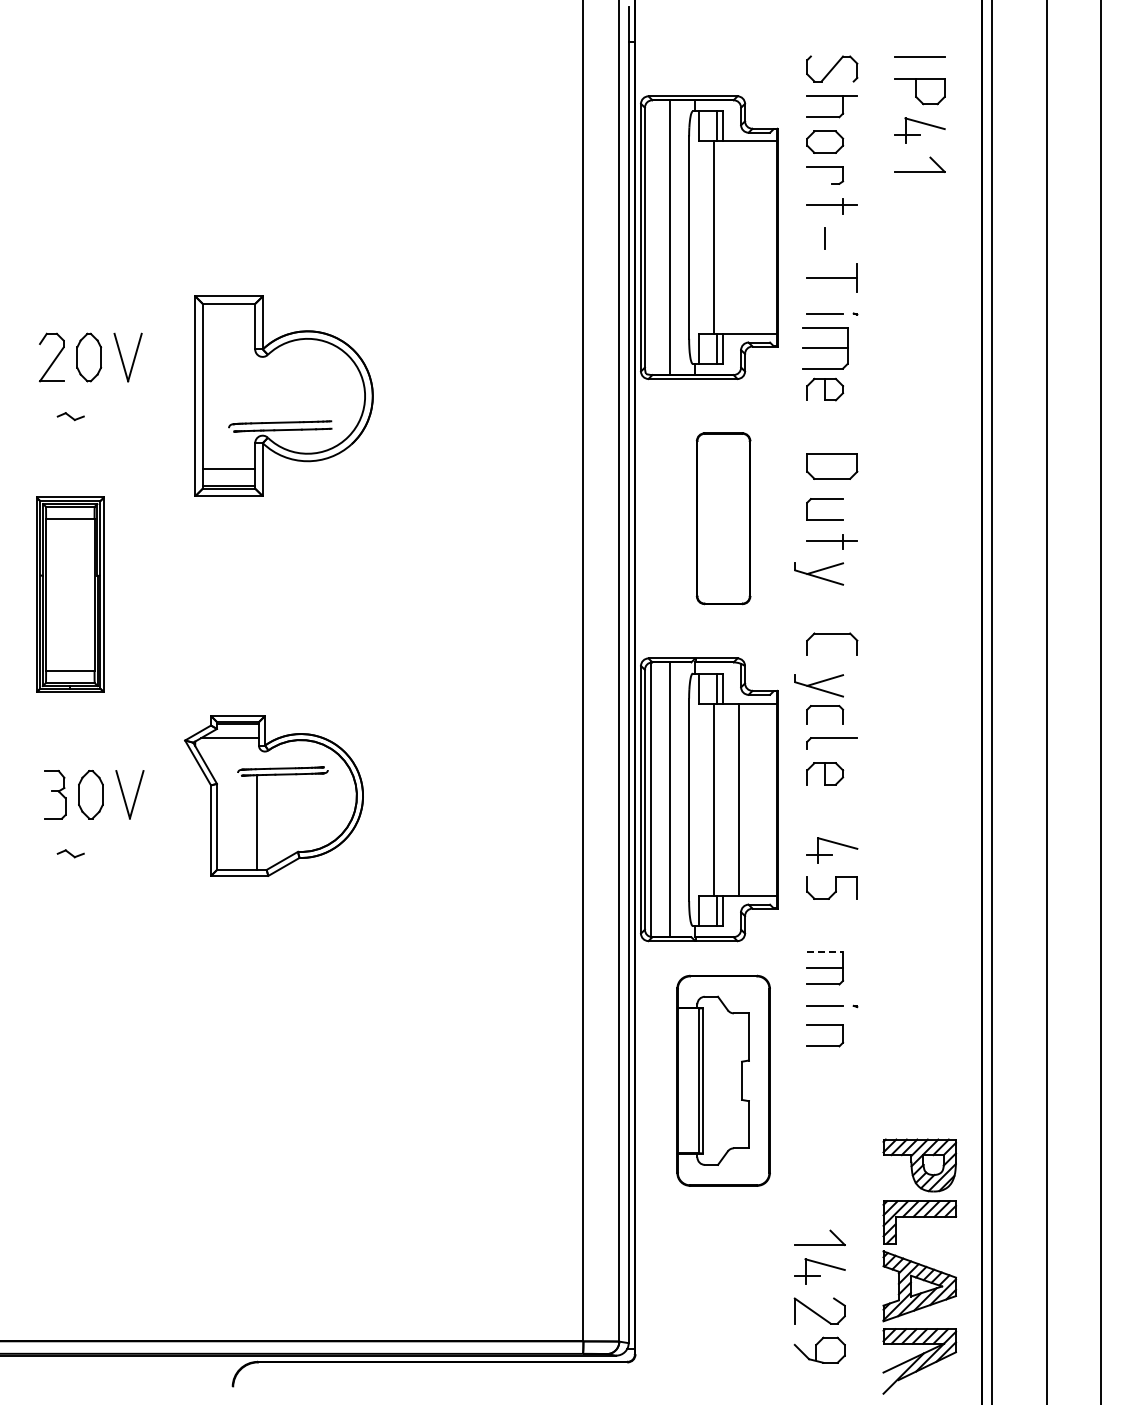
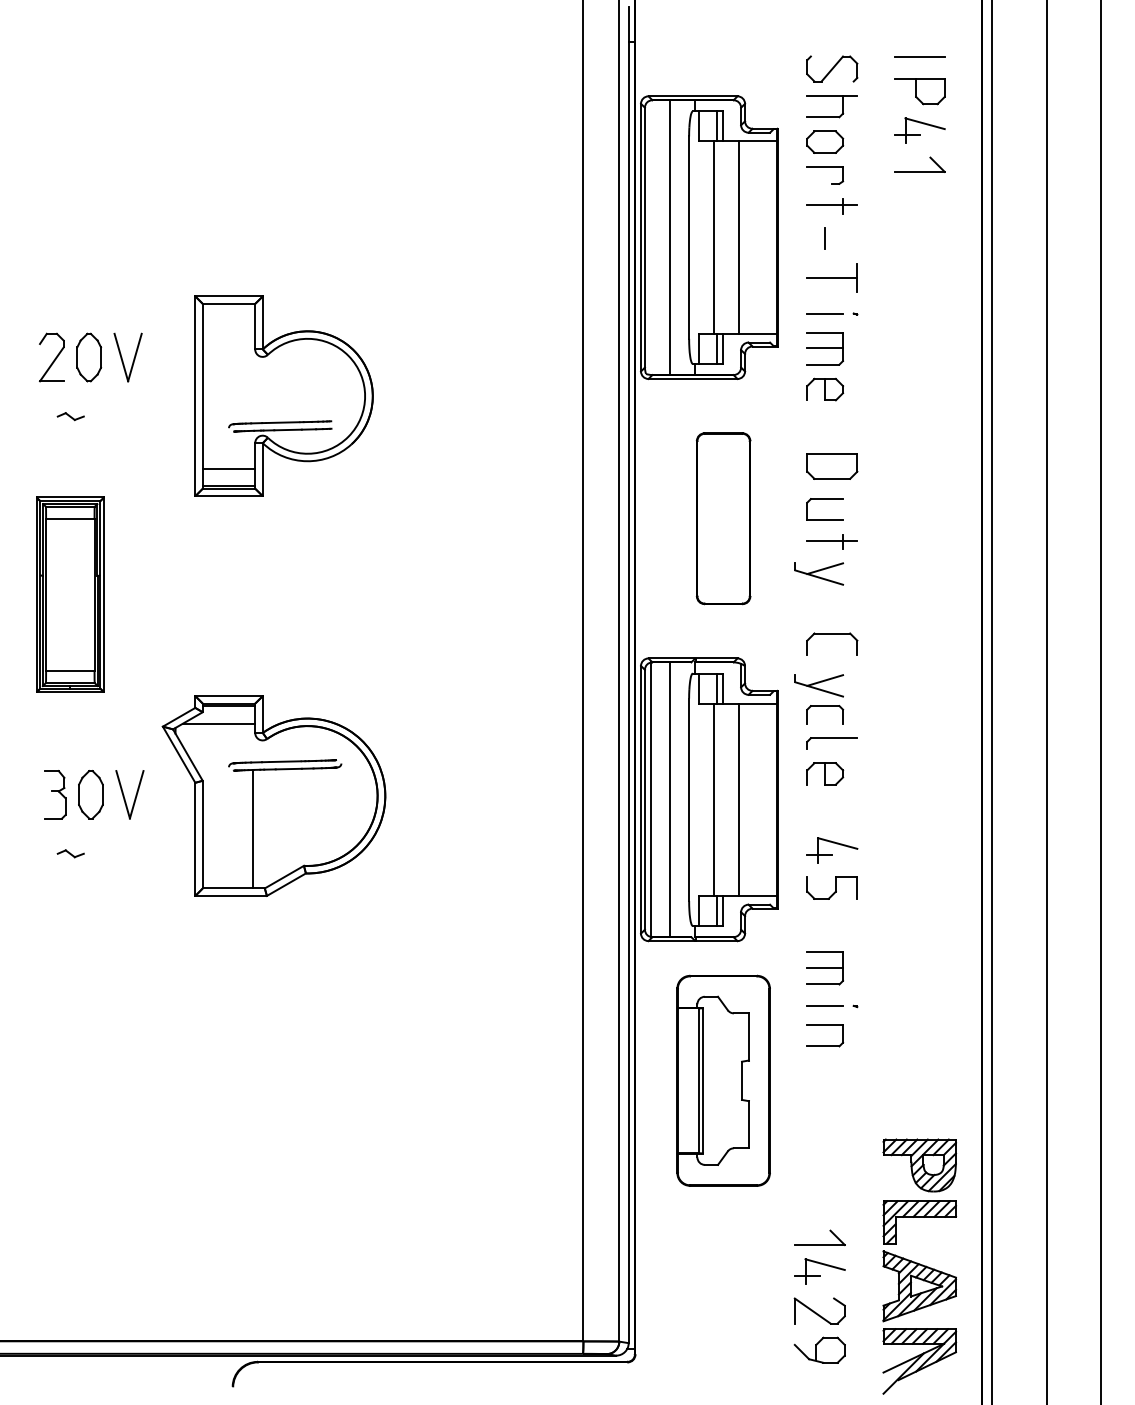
line at (738, 237): none -> present
part at (825, 348) size: 47x43 px -> 38x34 px
part at (273, 795) size: 180x162 px -> 226x202 px
line at (825, 952): dashed -> solid
